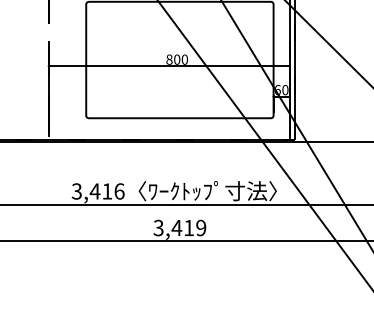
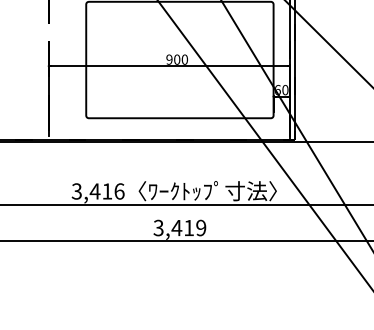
text at (169, 59): 800 -> 900
